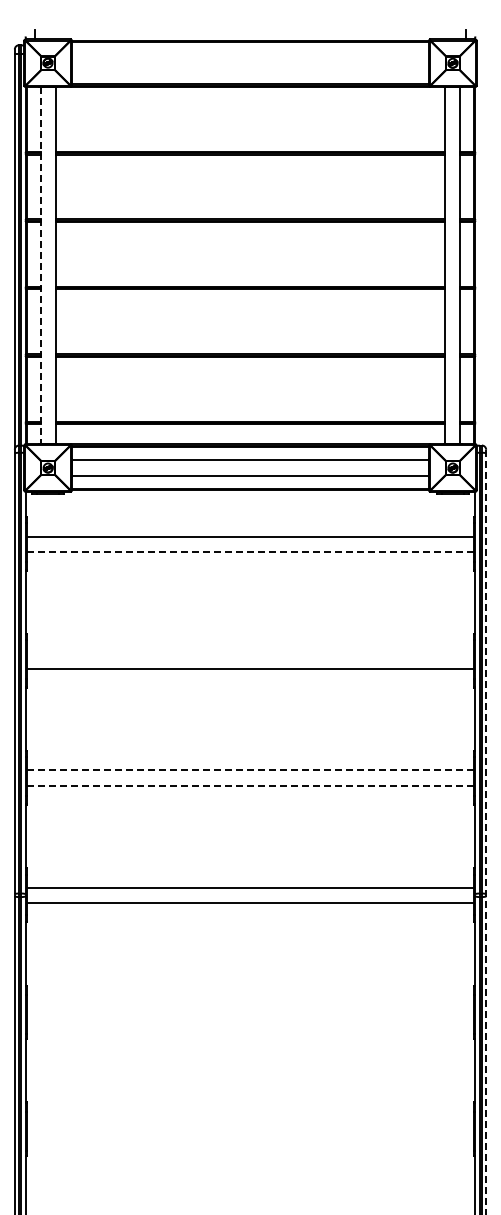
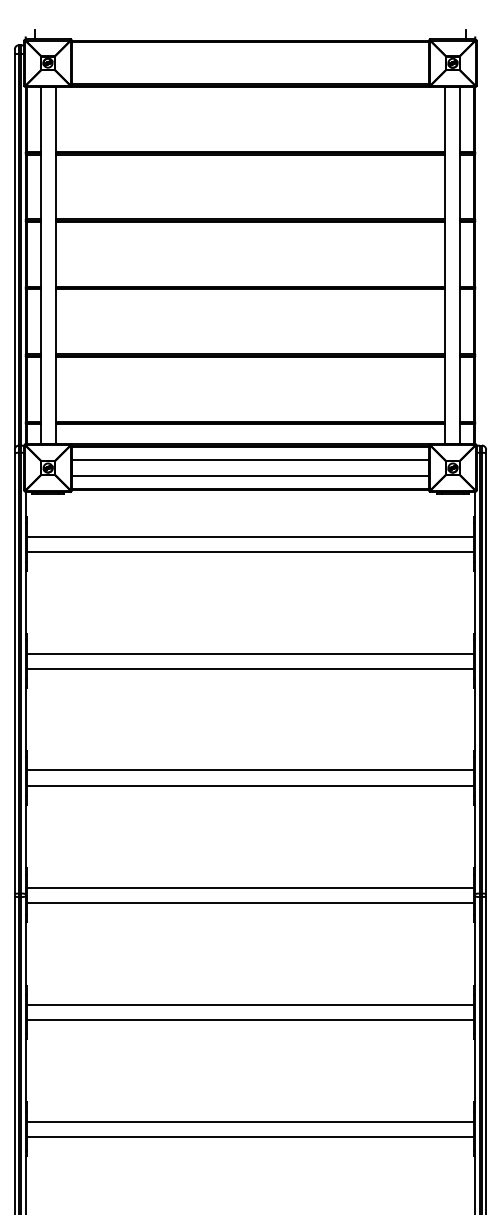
line at (40, 266): dashed -> solid
line at (250, 551): dashed -> solid
line at (250, 653): none -> present
line at (250, 770): dashed -> solid
line at (250, 785): dashed -> solid
line at (486, 832): dashed -> solid
line at (250, 1004): none -> present
line at (250, 1020): none -> present
line at (250, 1121): none -> present
line at (250, 1136): none -> present
